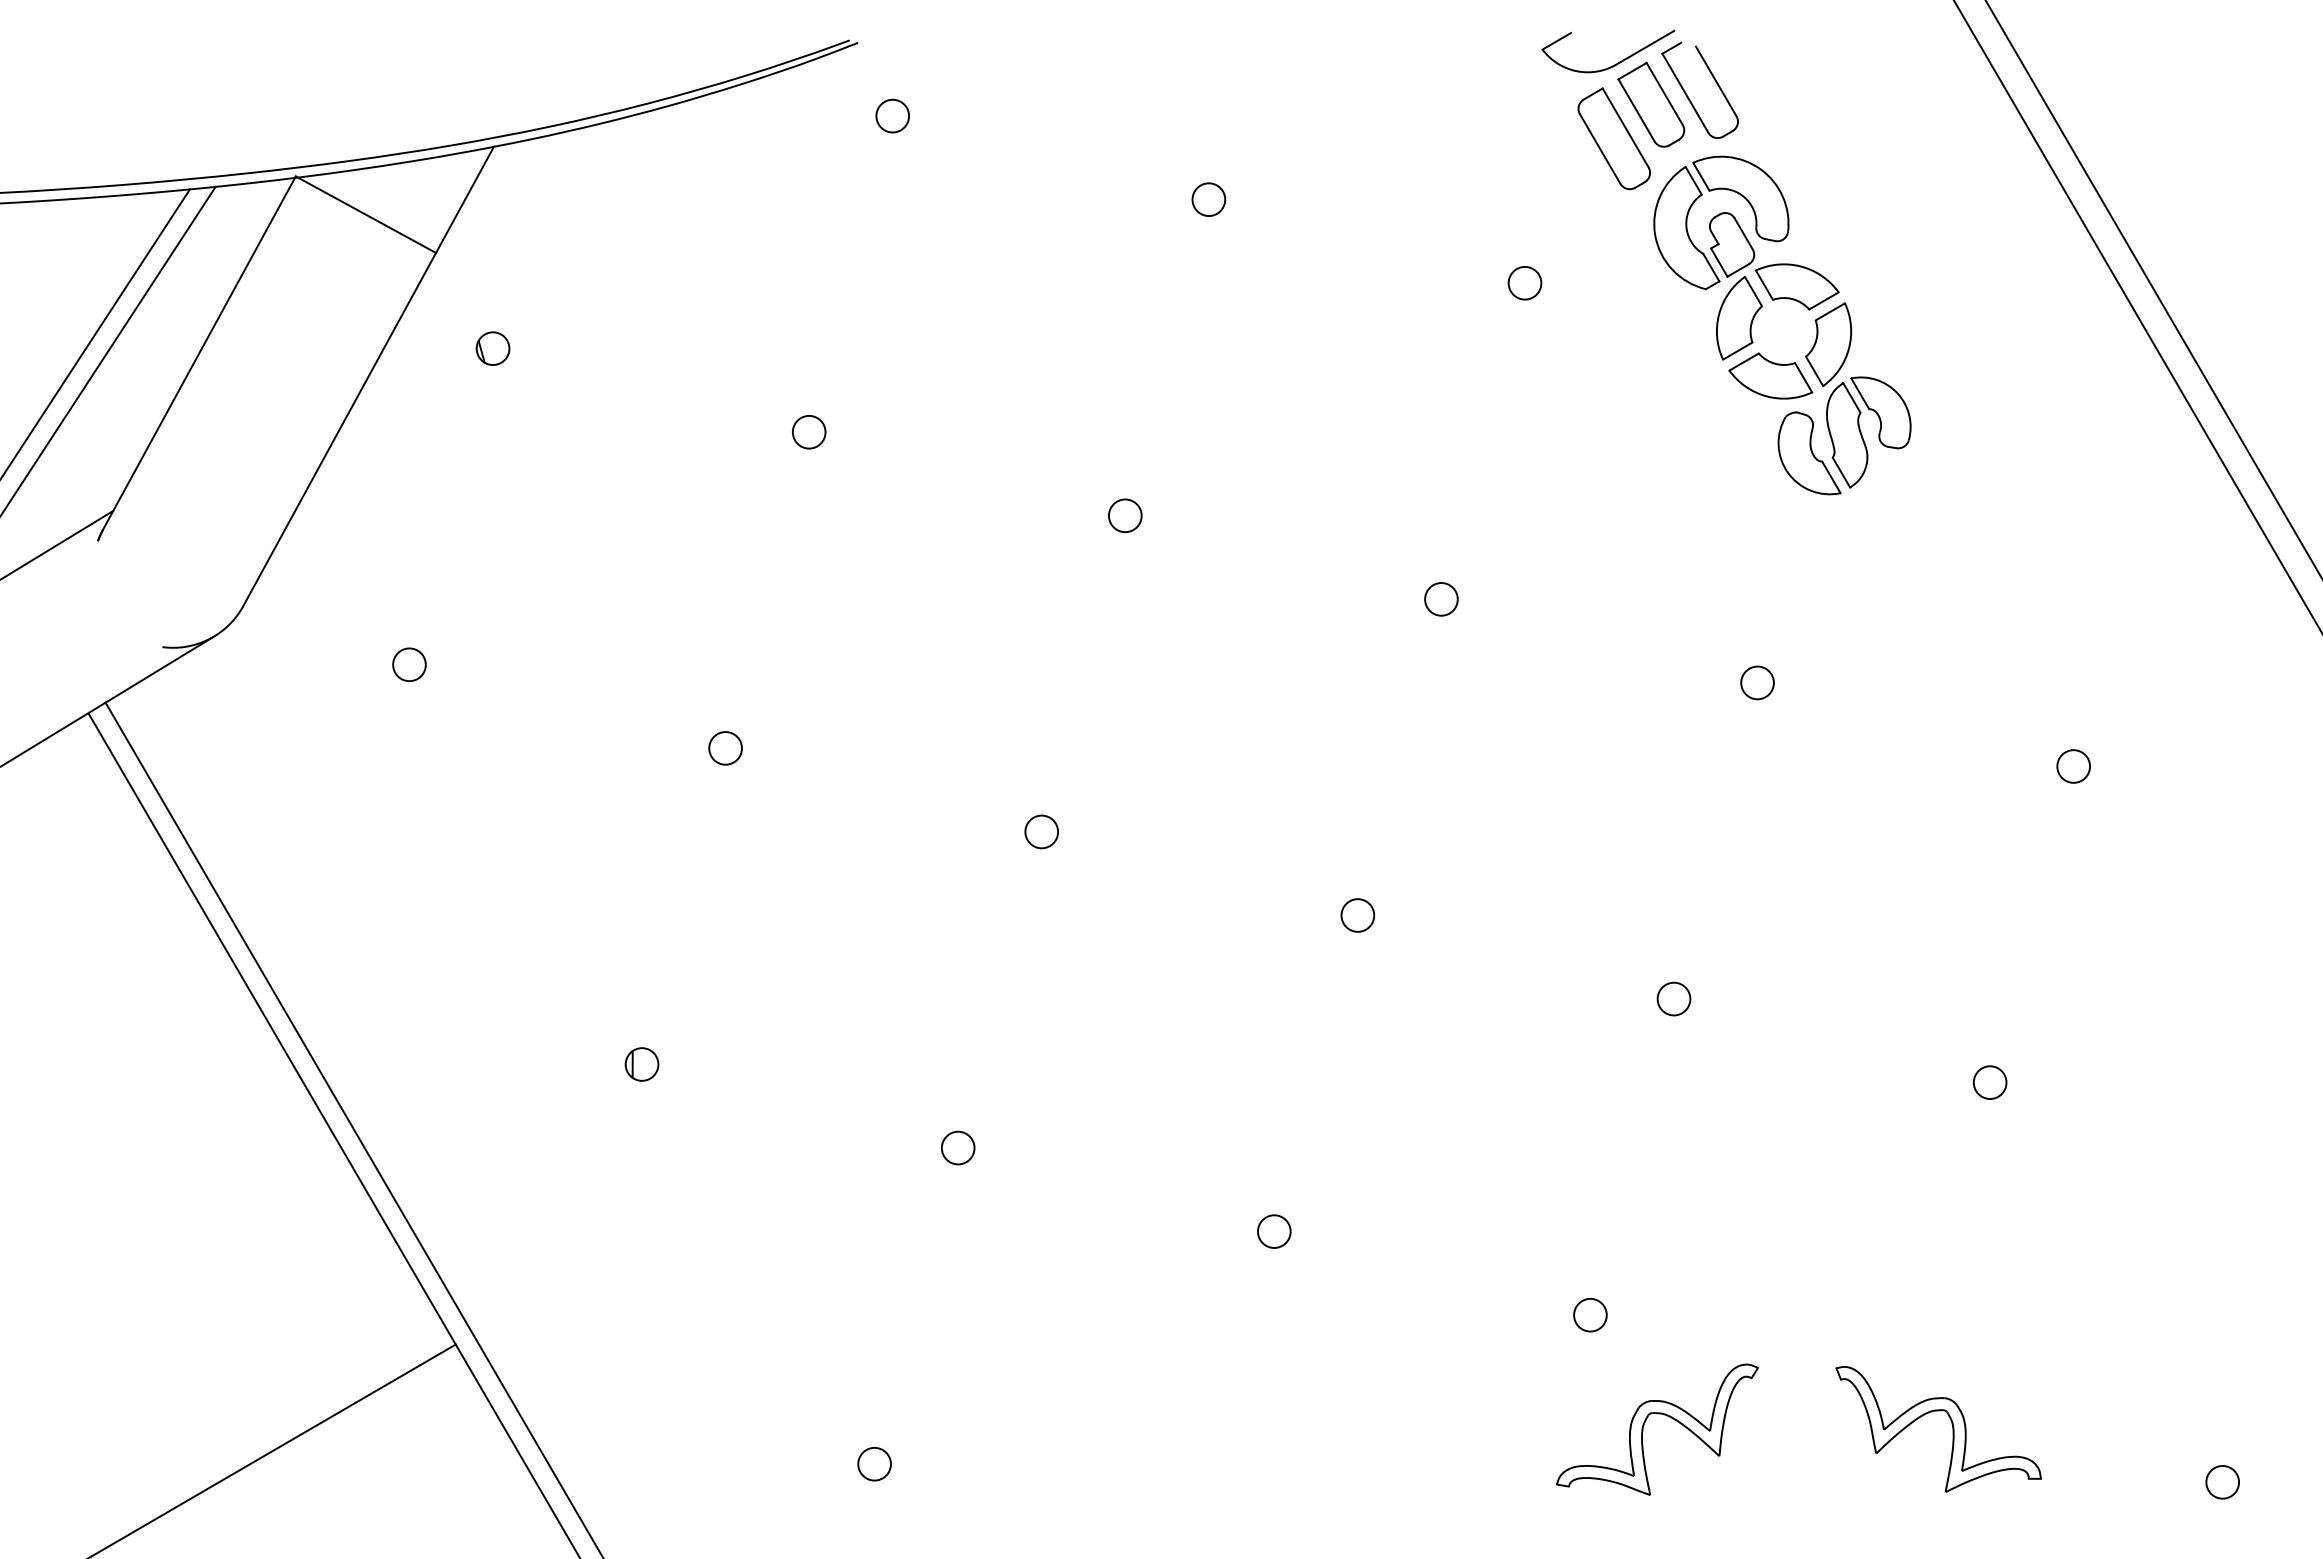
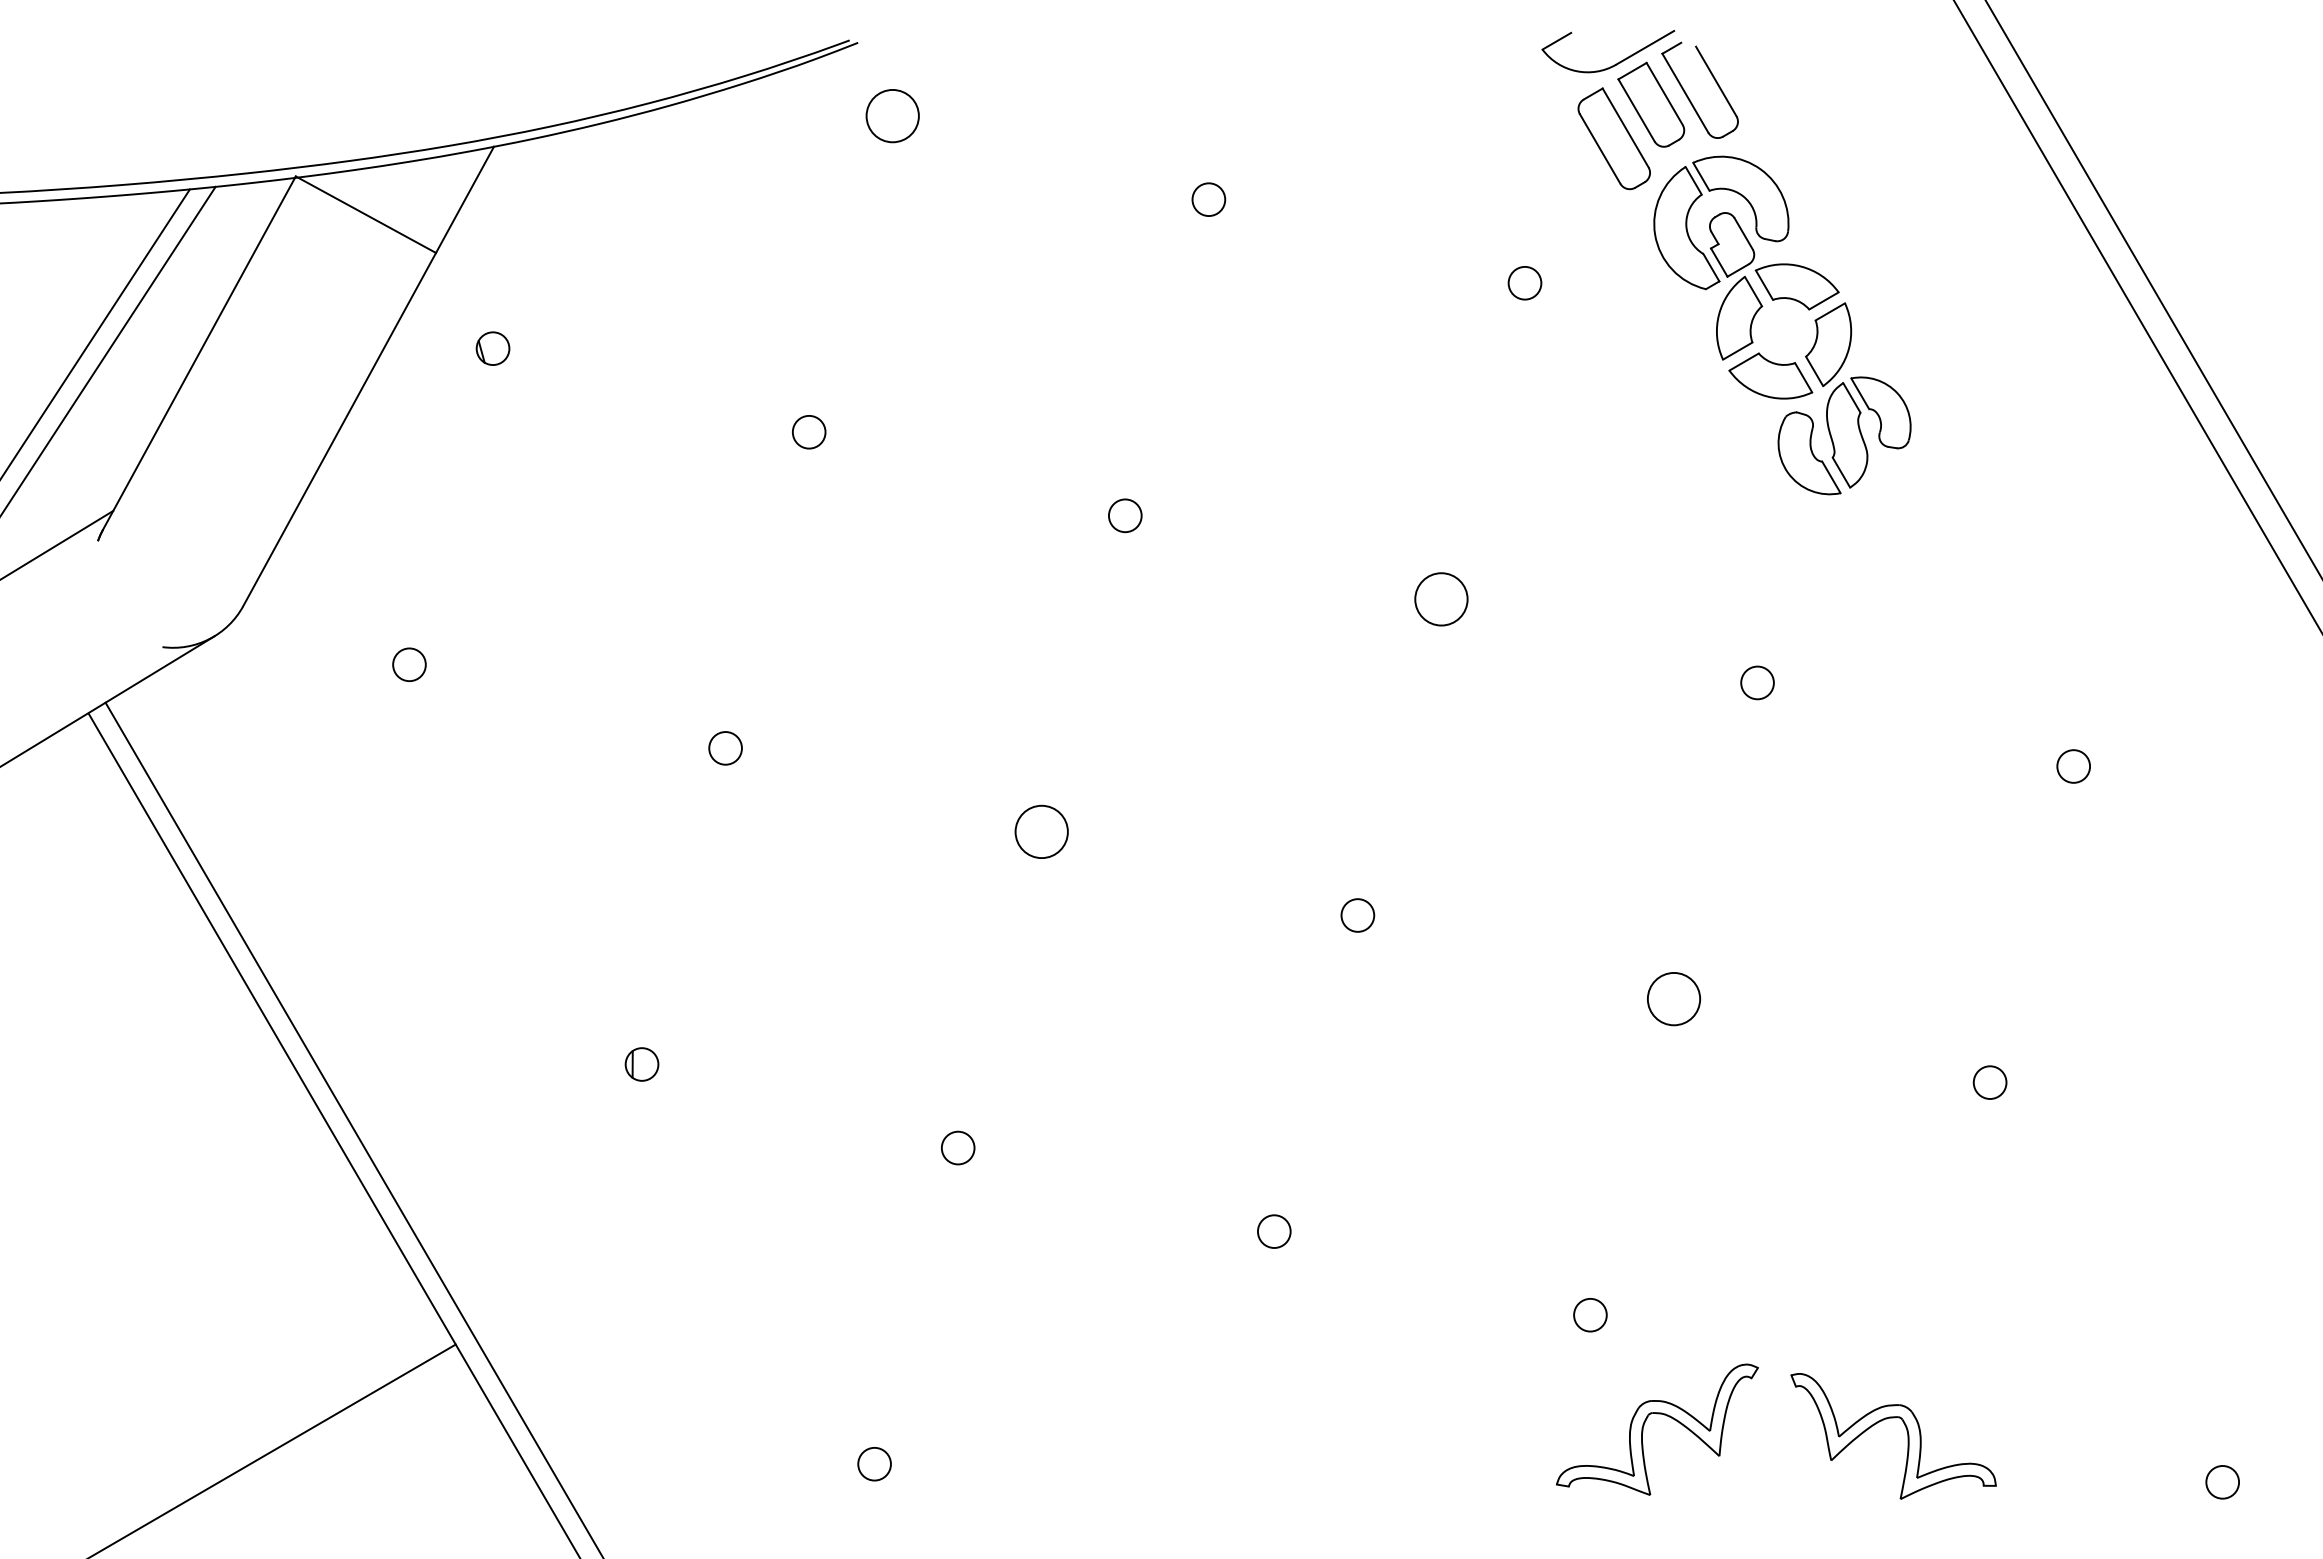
circle at (892, 115) diameter: 33 px -> 52 px
circle at (1441, 599) diameter: 33 px -> 52 px
circle at (1041, 831) diameter: 33 px -> 52 px
circle at (1673, 998) size: 36x36 px -> 55x55 px
part at (1951, 1424) position: (1951, 1424) -> (1906, 1431)
